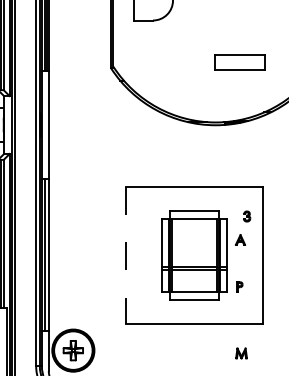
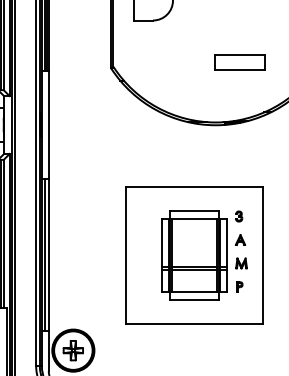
part at (247, 216) position: (247, 216) -> (239, 216)
line at (125, 255): dashed -> solid
part at (241, 353) position: (241, 353) -> (241, 263)
